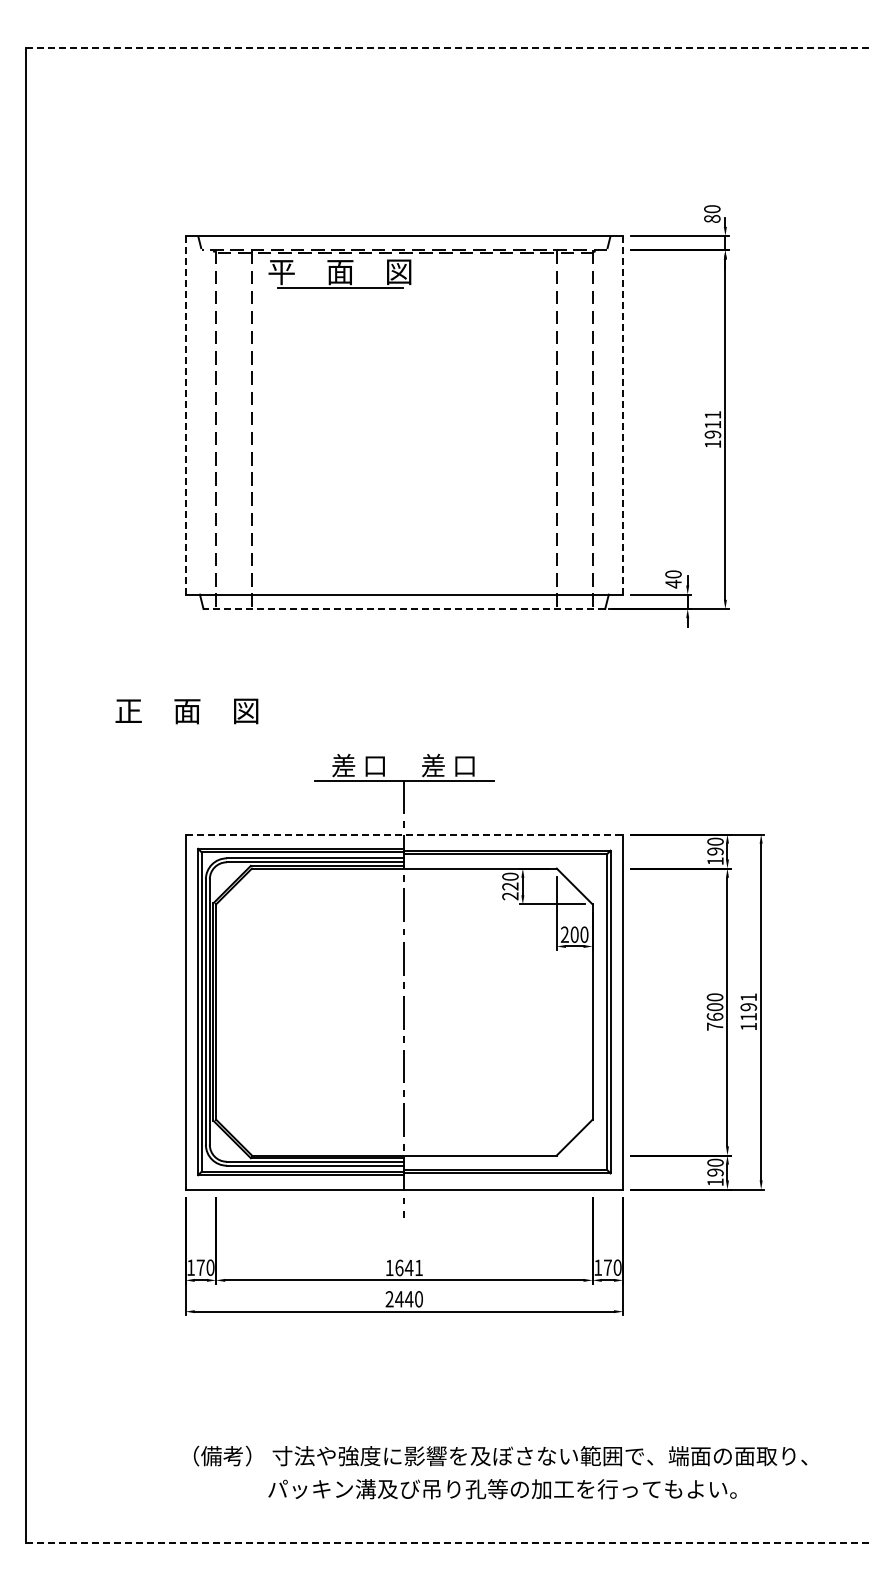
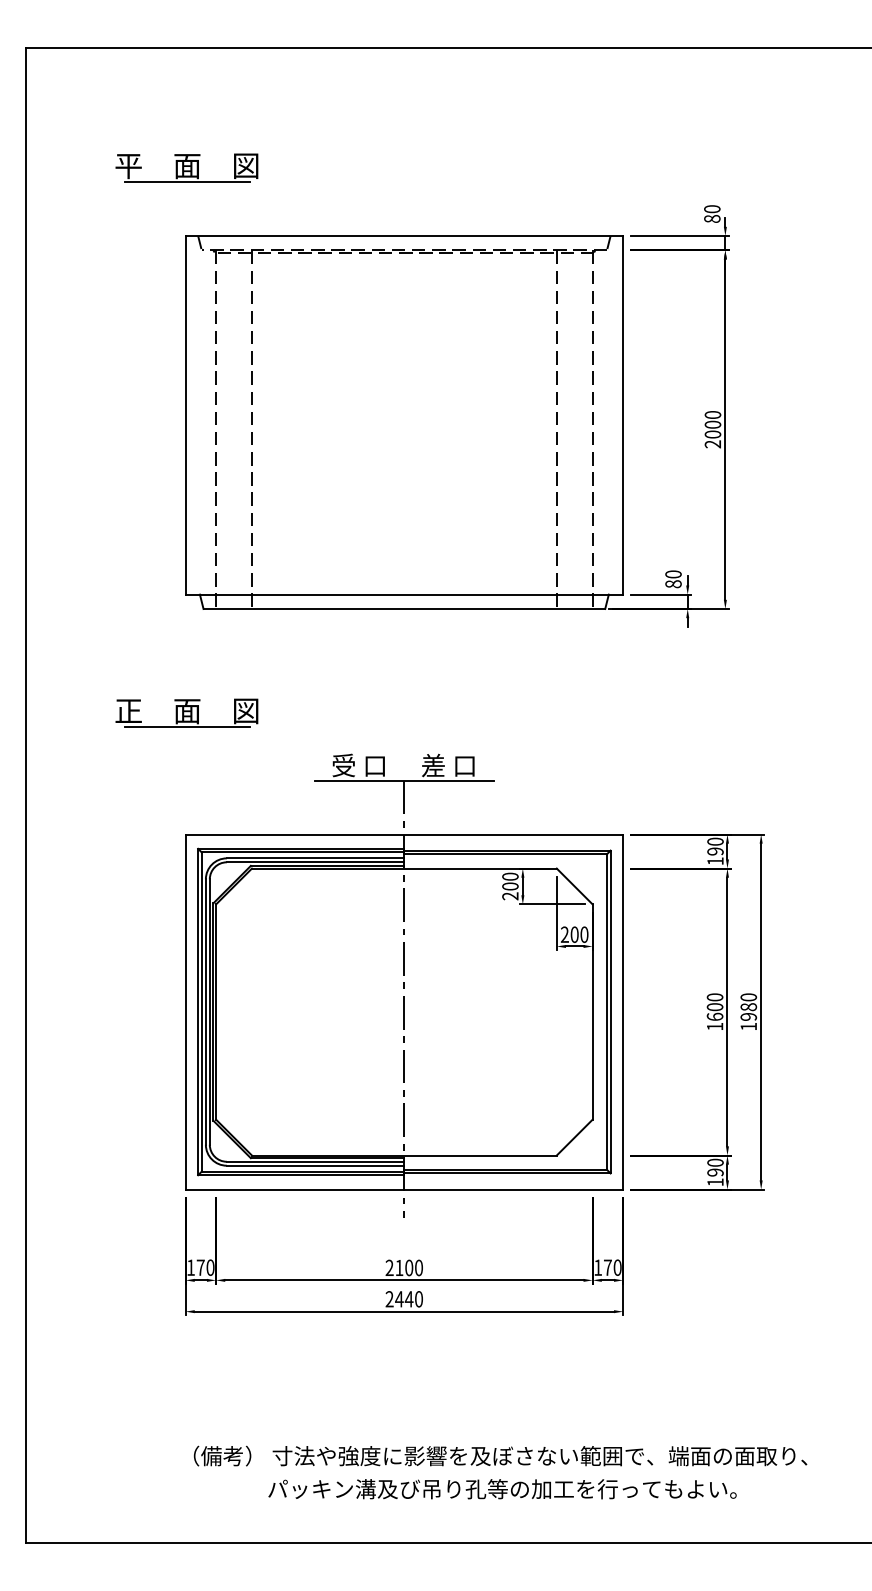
line at (448, 47): dashed -> solid
part at (339, 273) position: (339, 273) -> (186, 167)
line at (185, 415): dashed -> solid
line at (623, 415): dashed -> solid
text at (712, 429): 1911 -> 2000
text at (673, 583): 40 -> 80
line at (404, 609): dashed -> solid
line at (187, 727): none -> present
text at (343, 765): 差 口 -> 受 口
line at (404, 834): dashed -> solid
text at (510, 886): 220 -> 200
text at (748, 1006): 1191 -> 1980
text at (715, 1026): 7600 -> 1600
text at (403, 1267): 1641 -> 2100
line at (448, 1543): dashed -> solid
